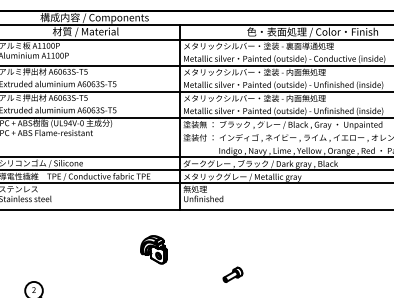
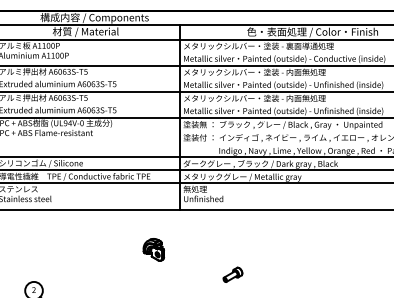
part at (153, 249) size: 28x30 px -> 23x24 px
